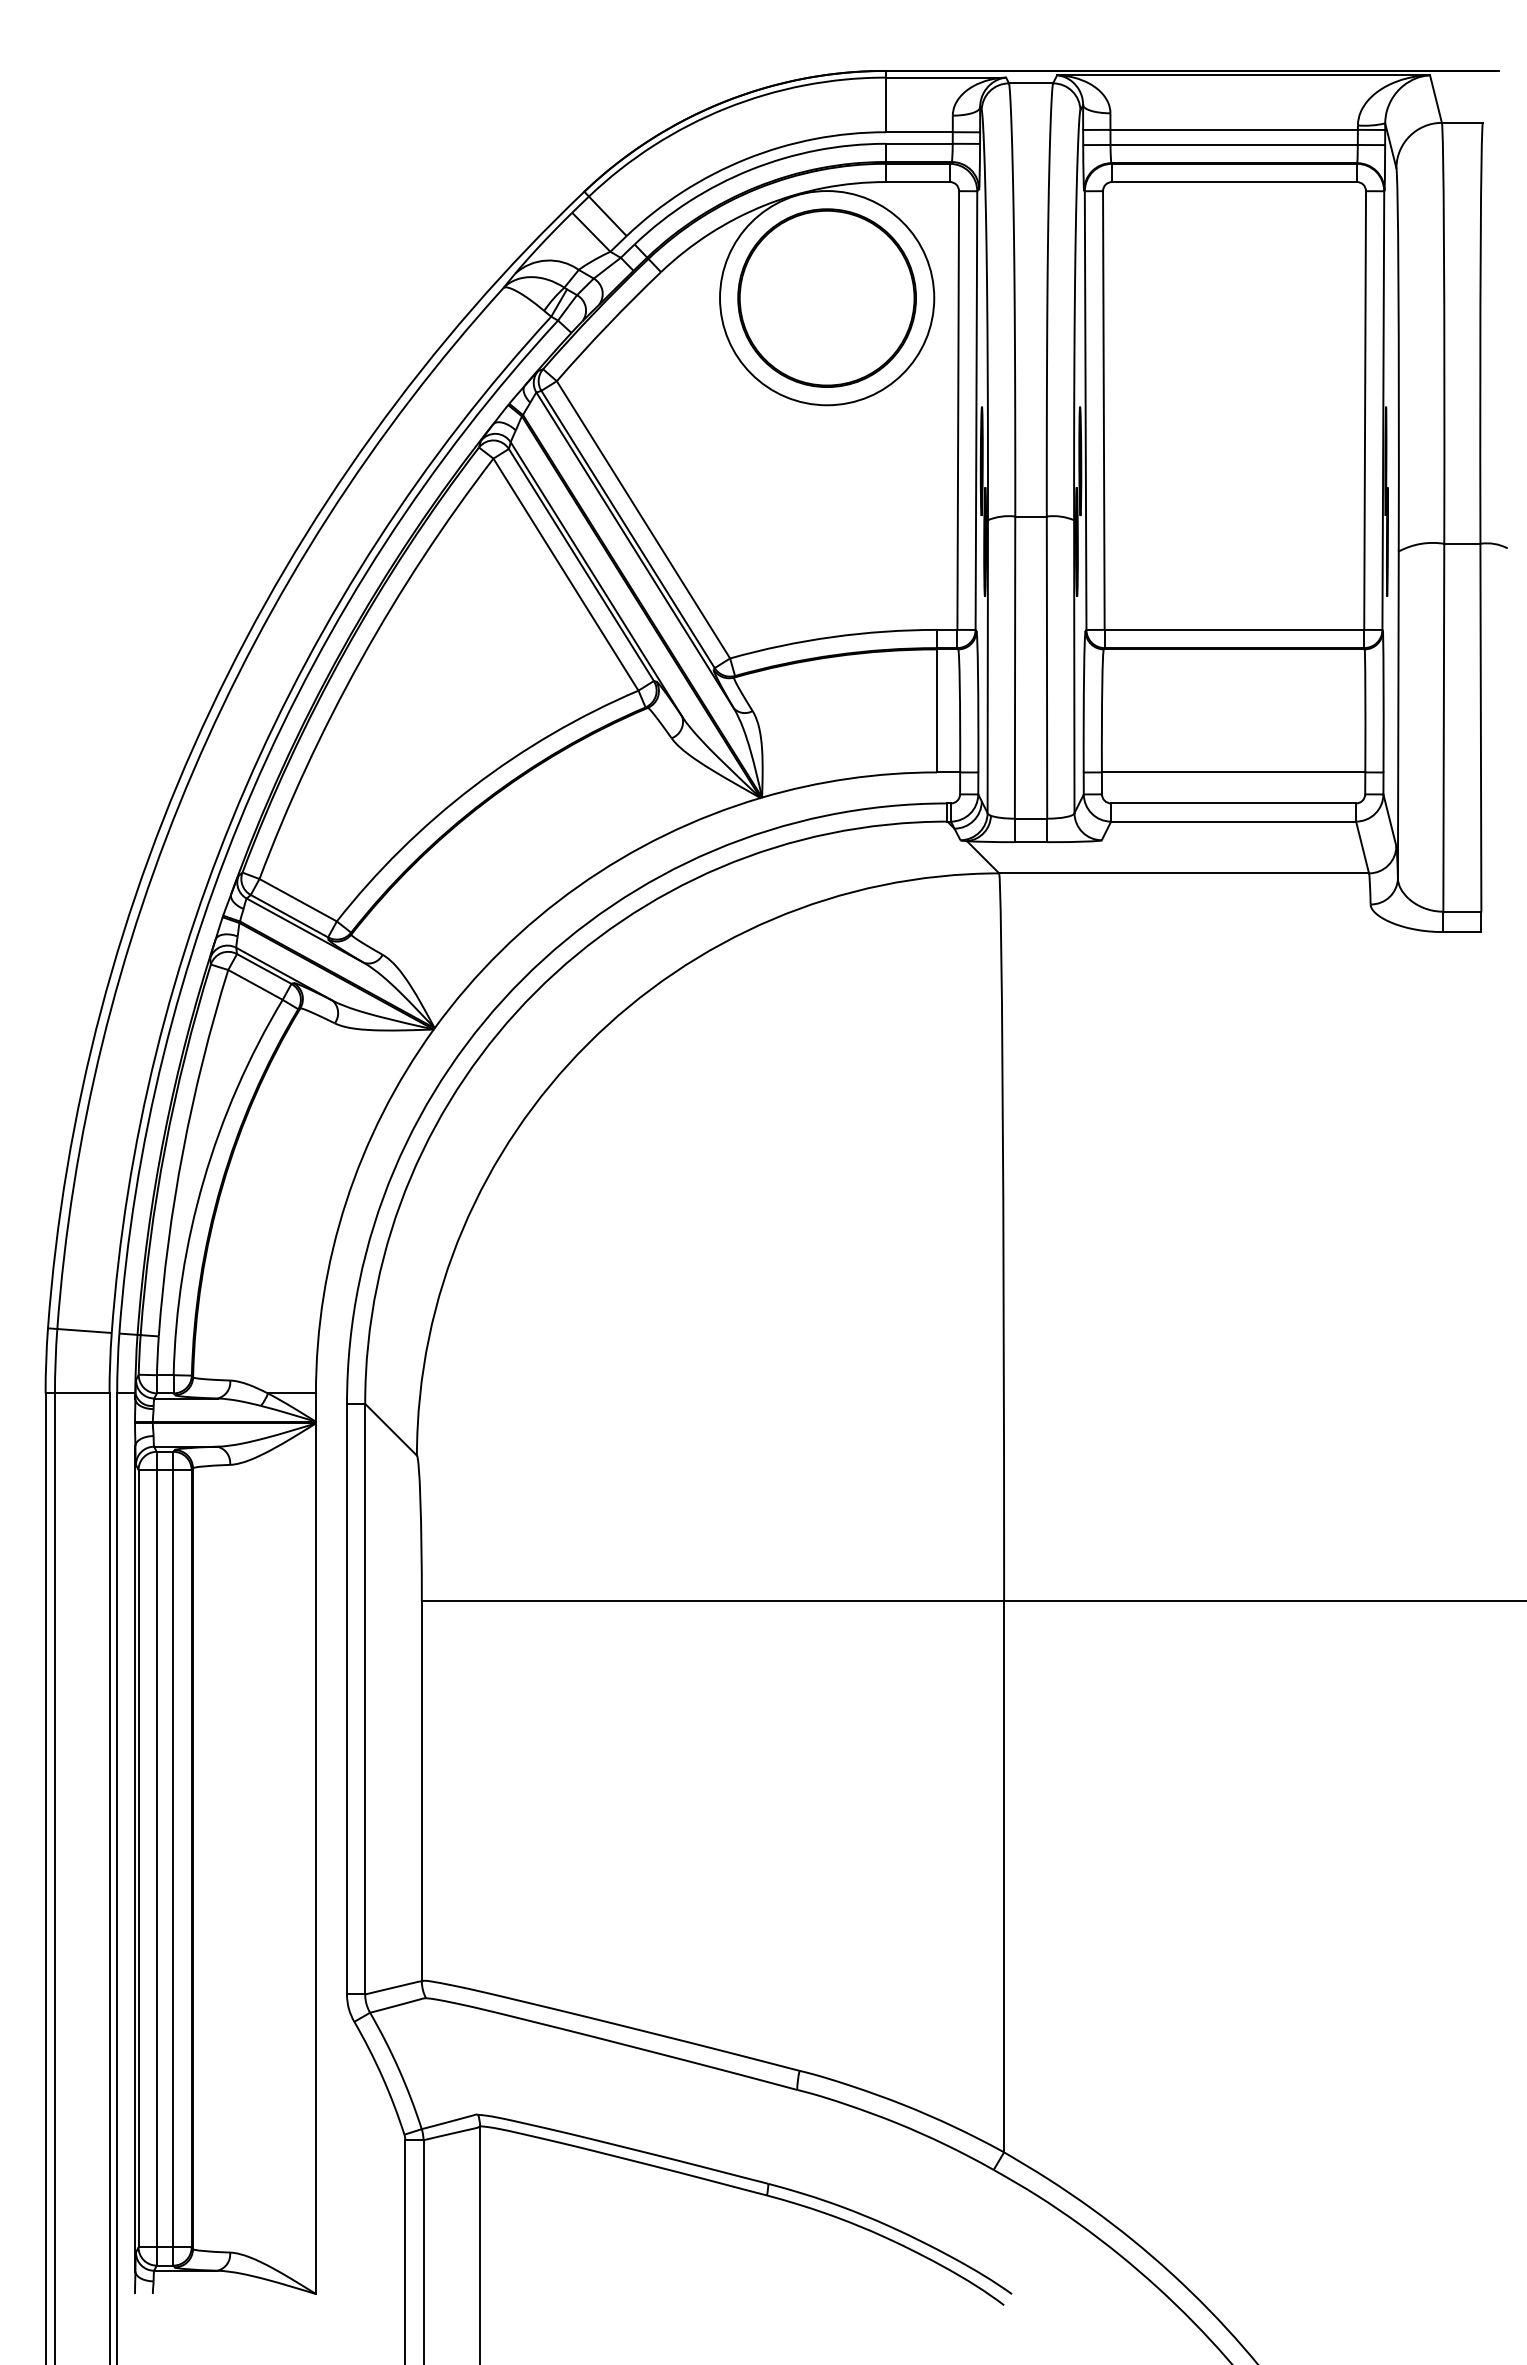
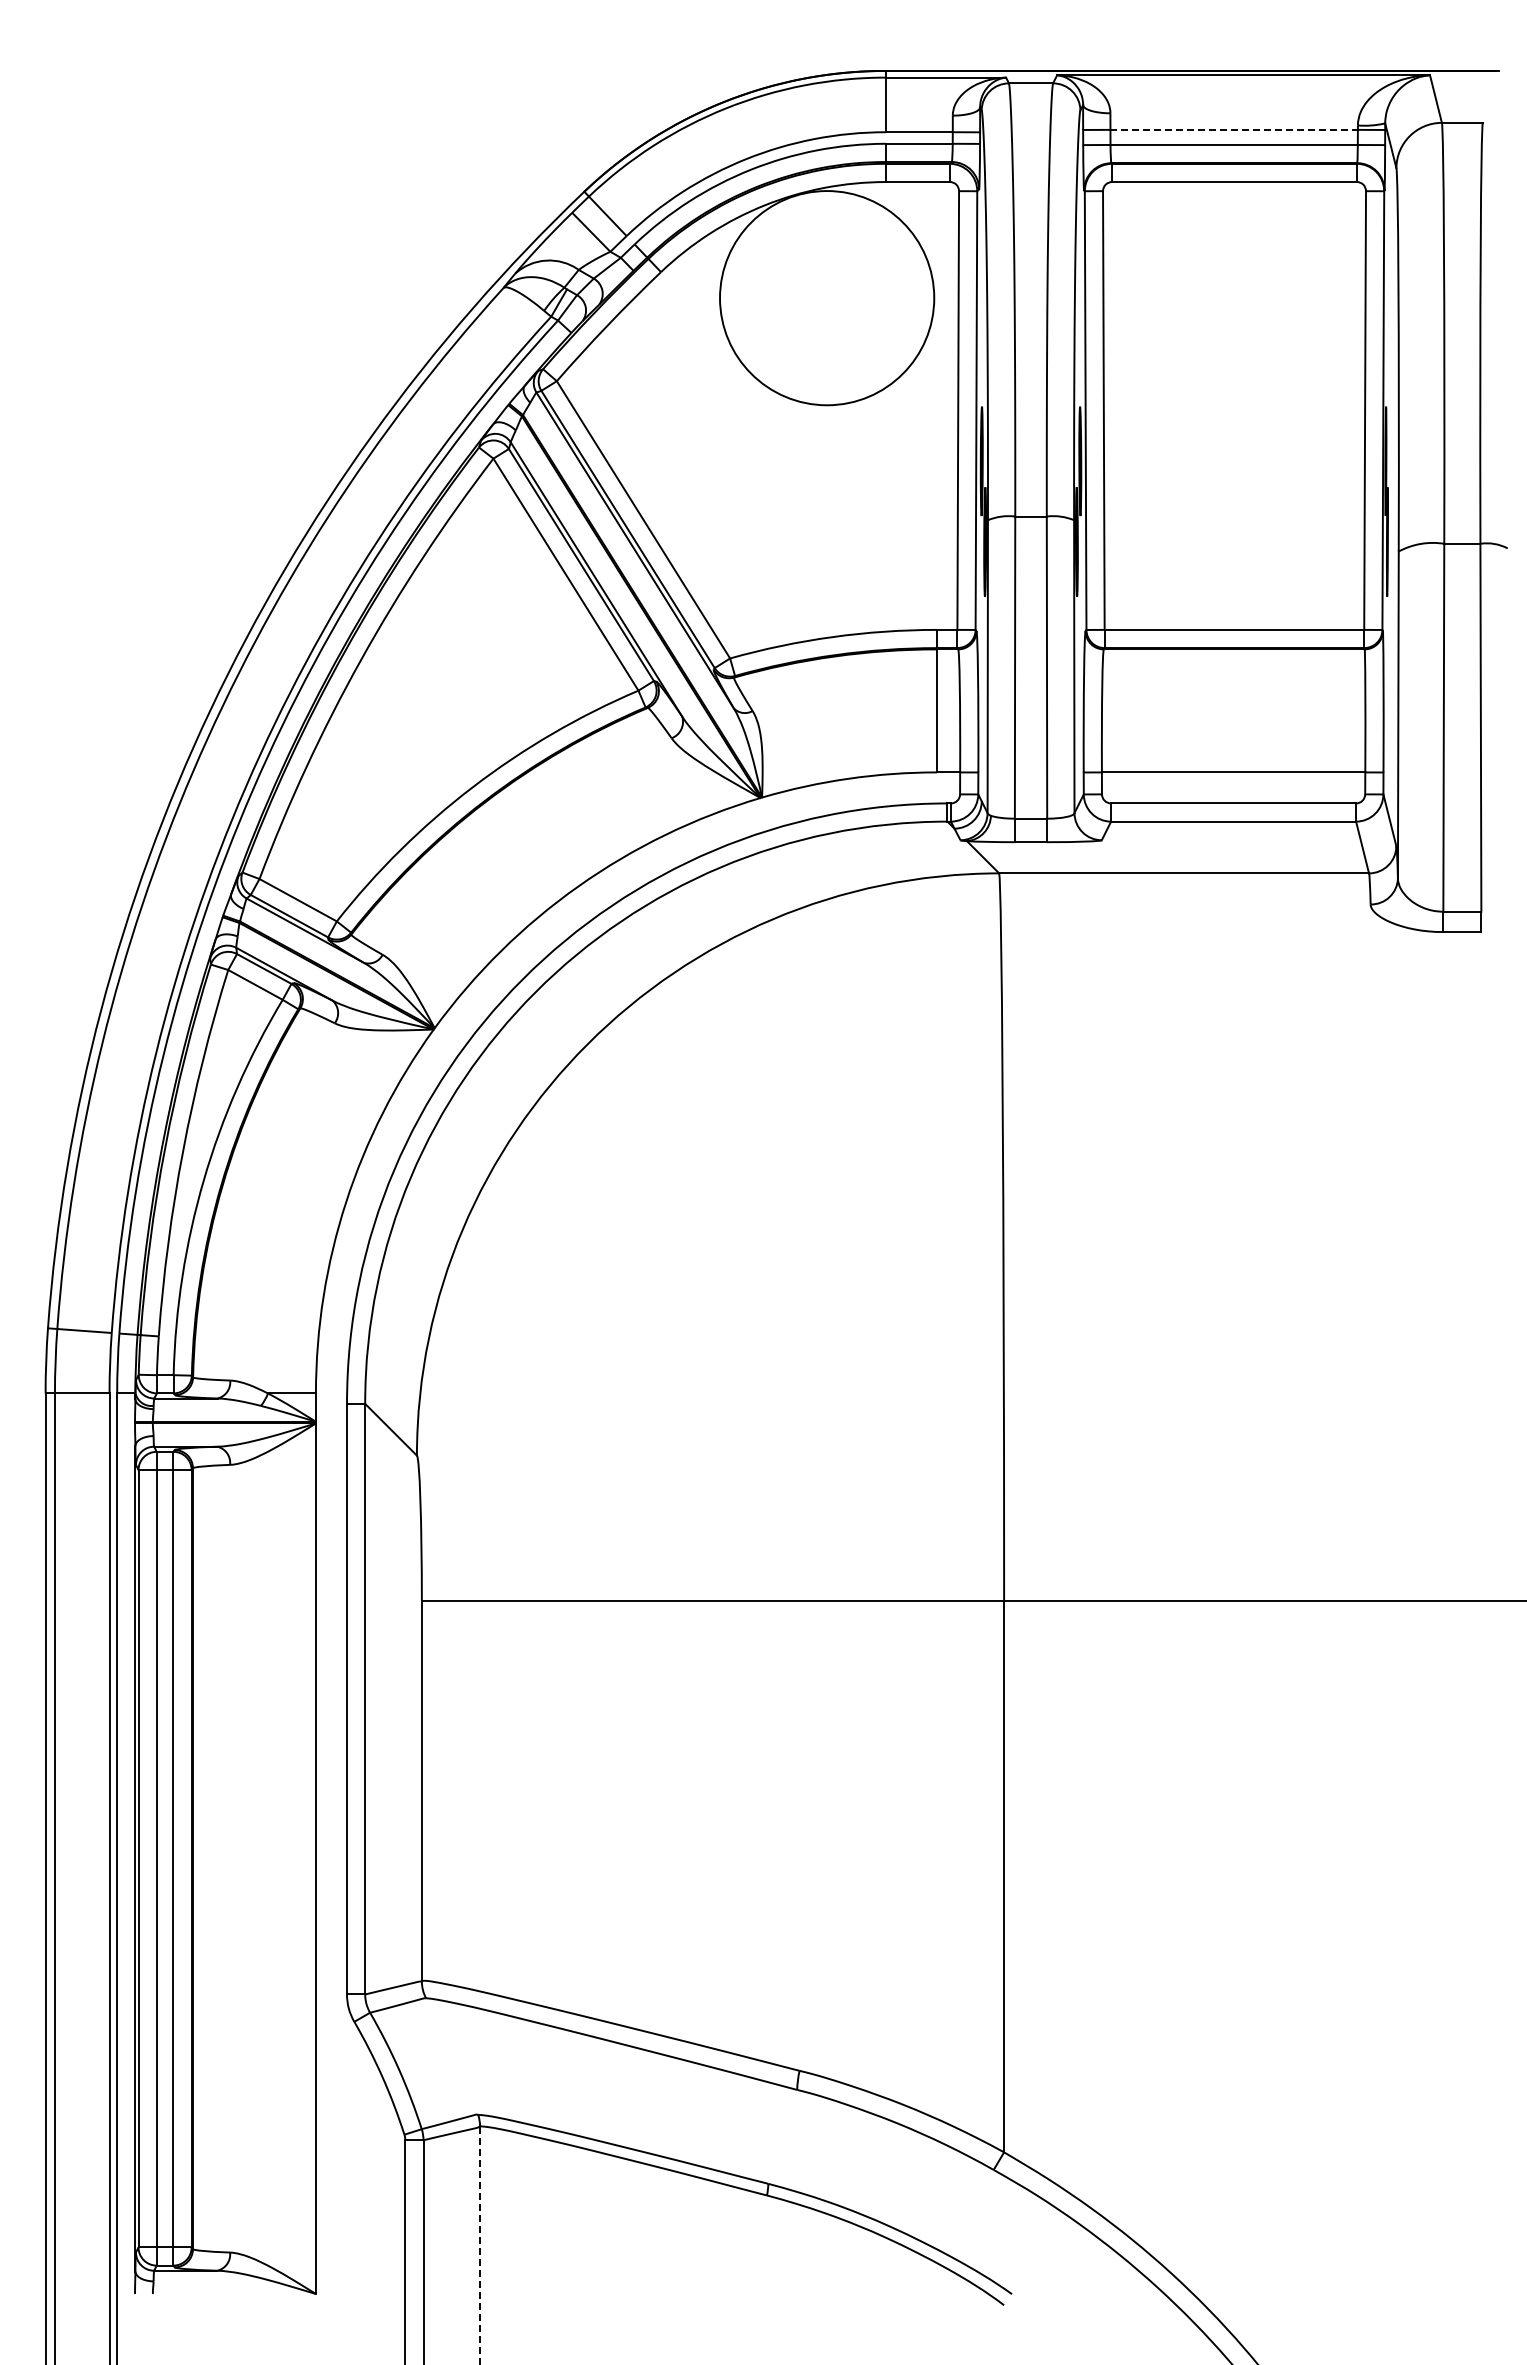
line at (1234, 129): solid -> dashed
part at (826, 297): present -> none
line at (480, 2245): solid -> dashed
